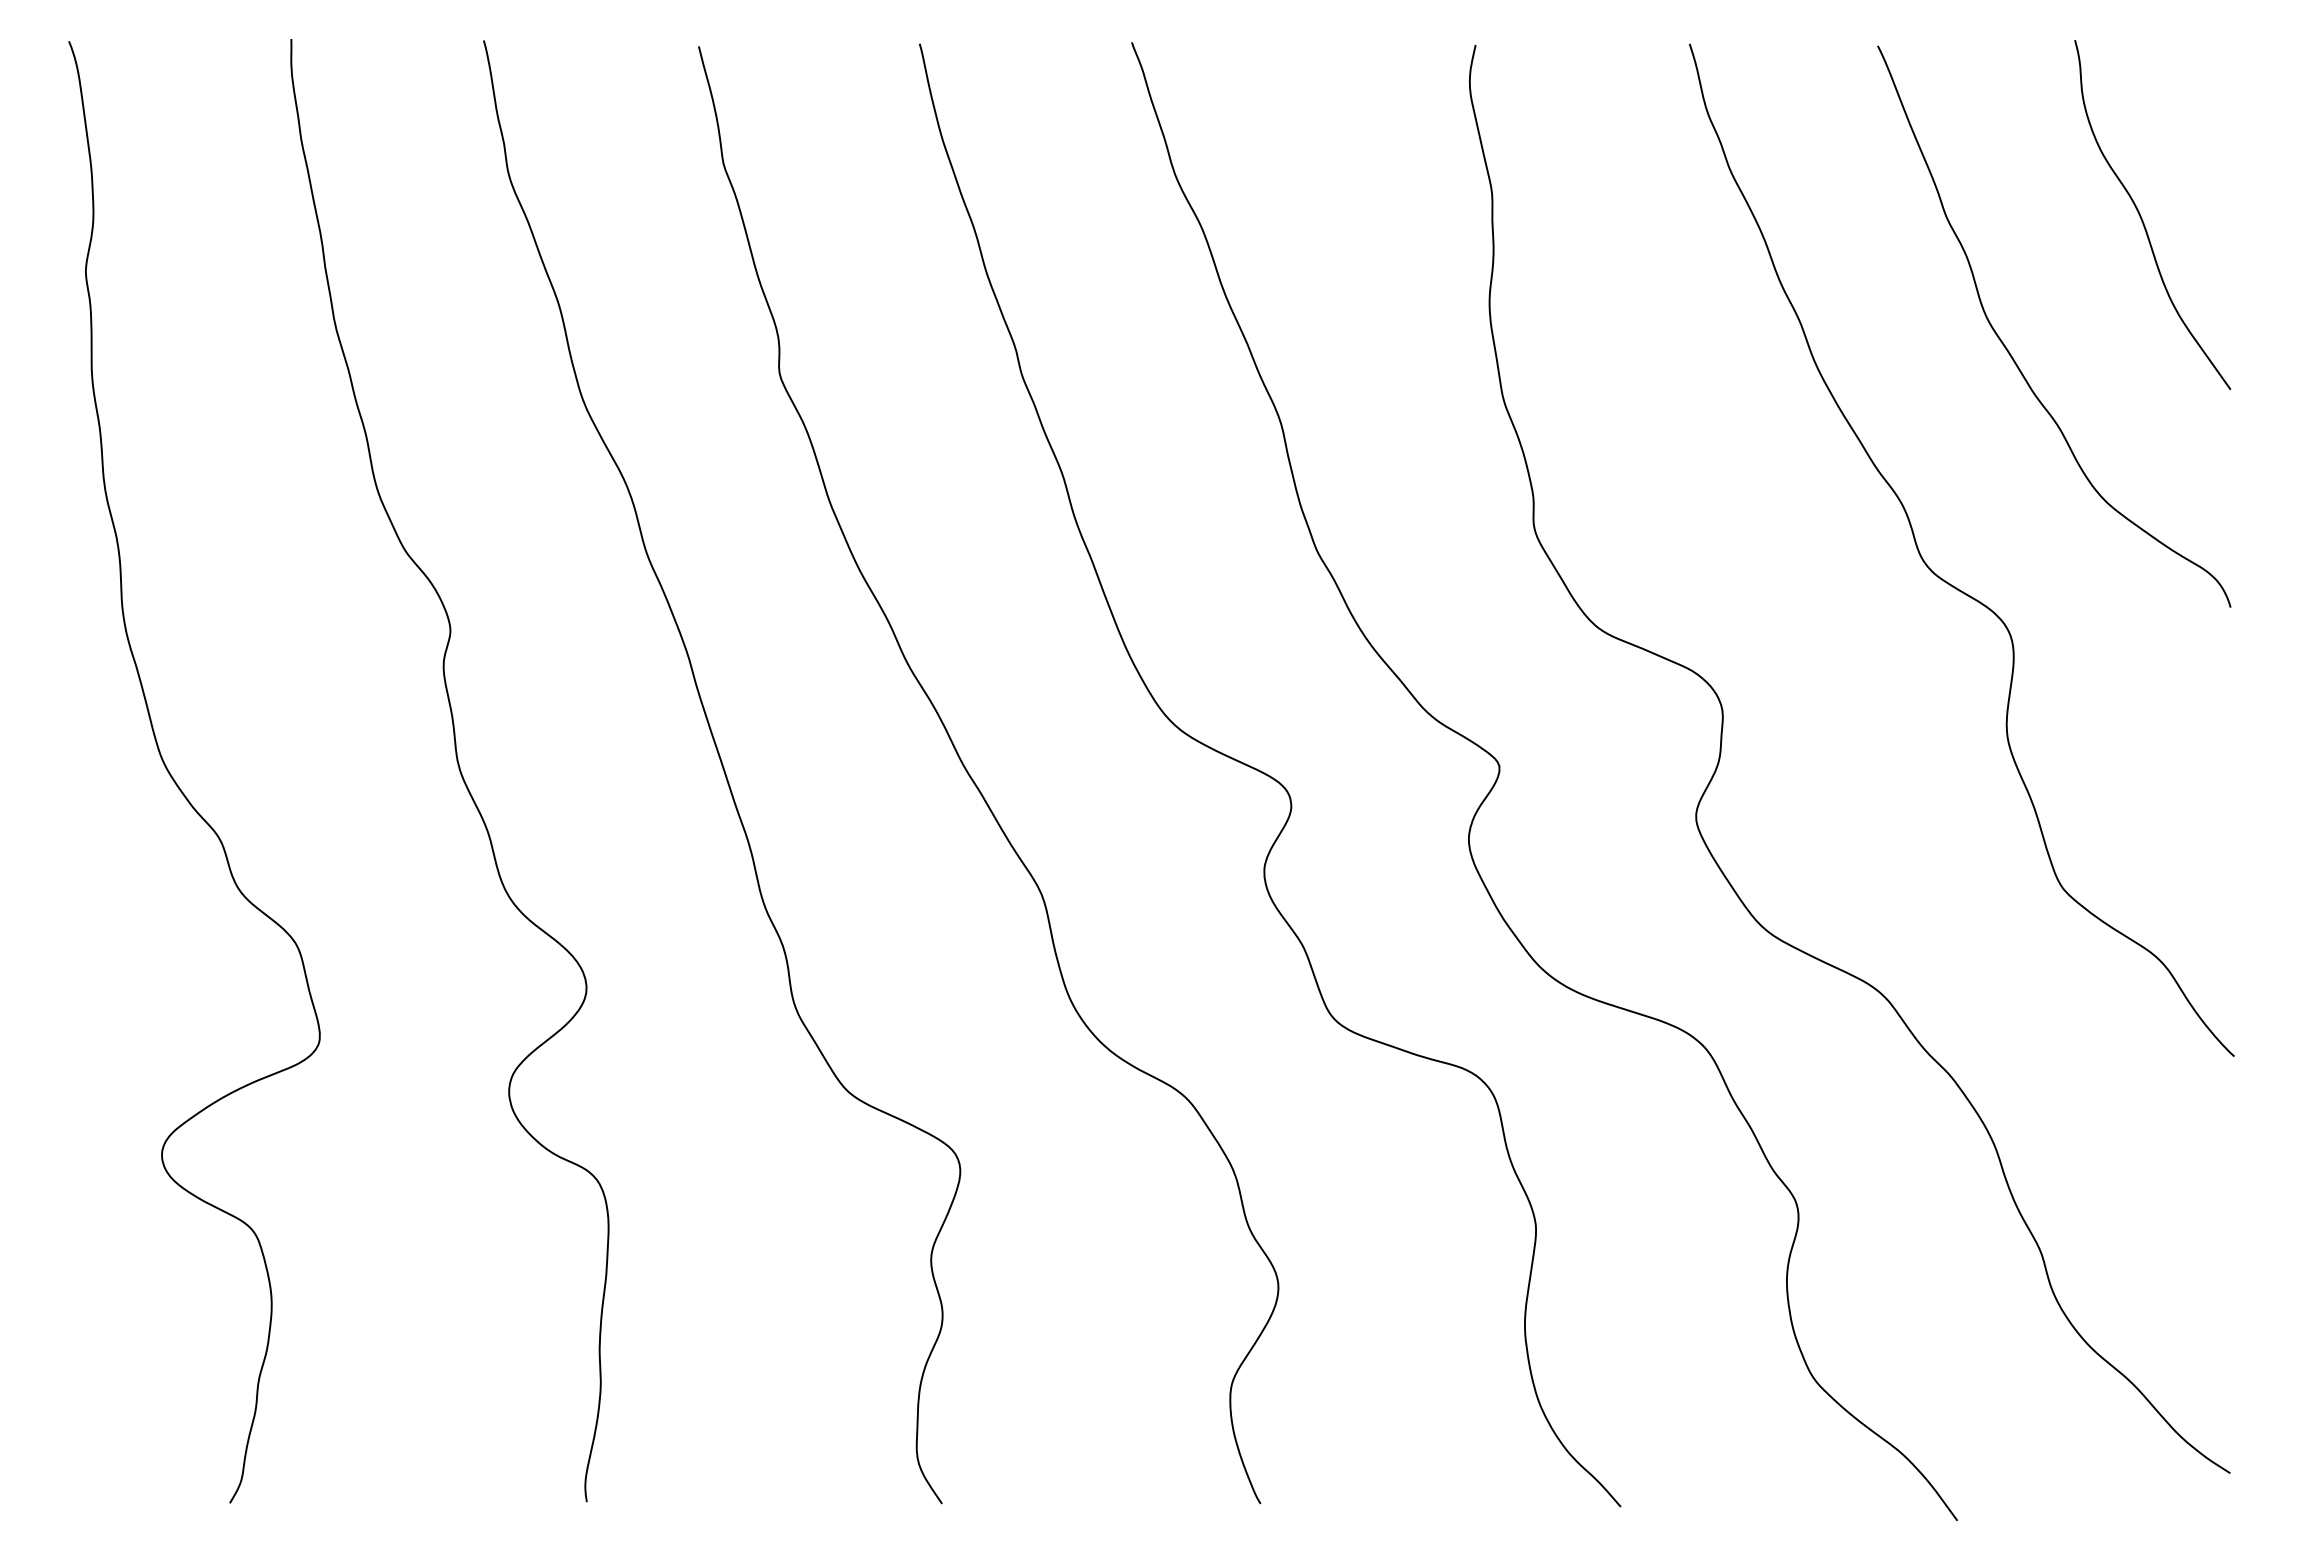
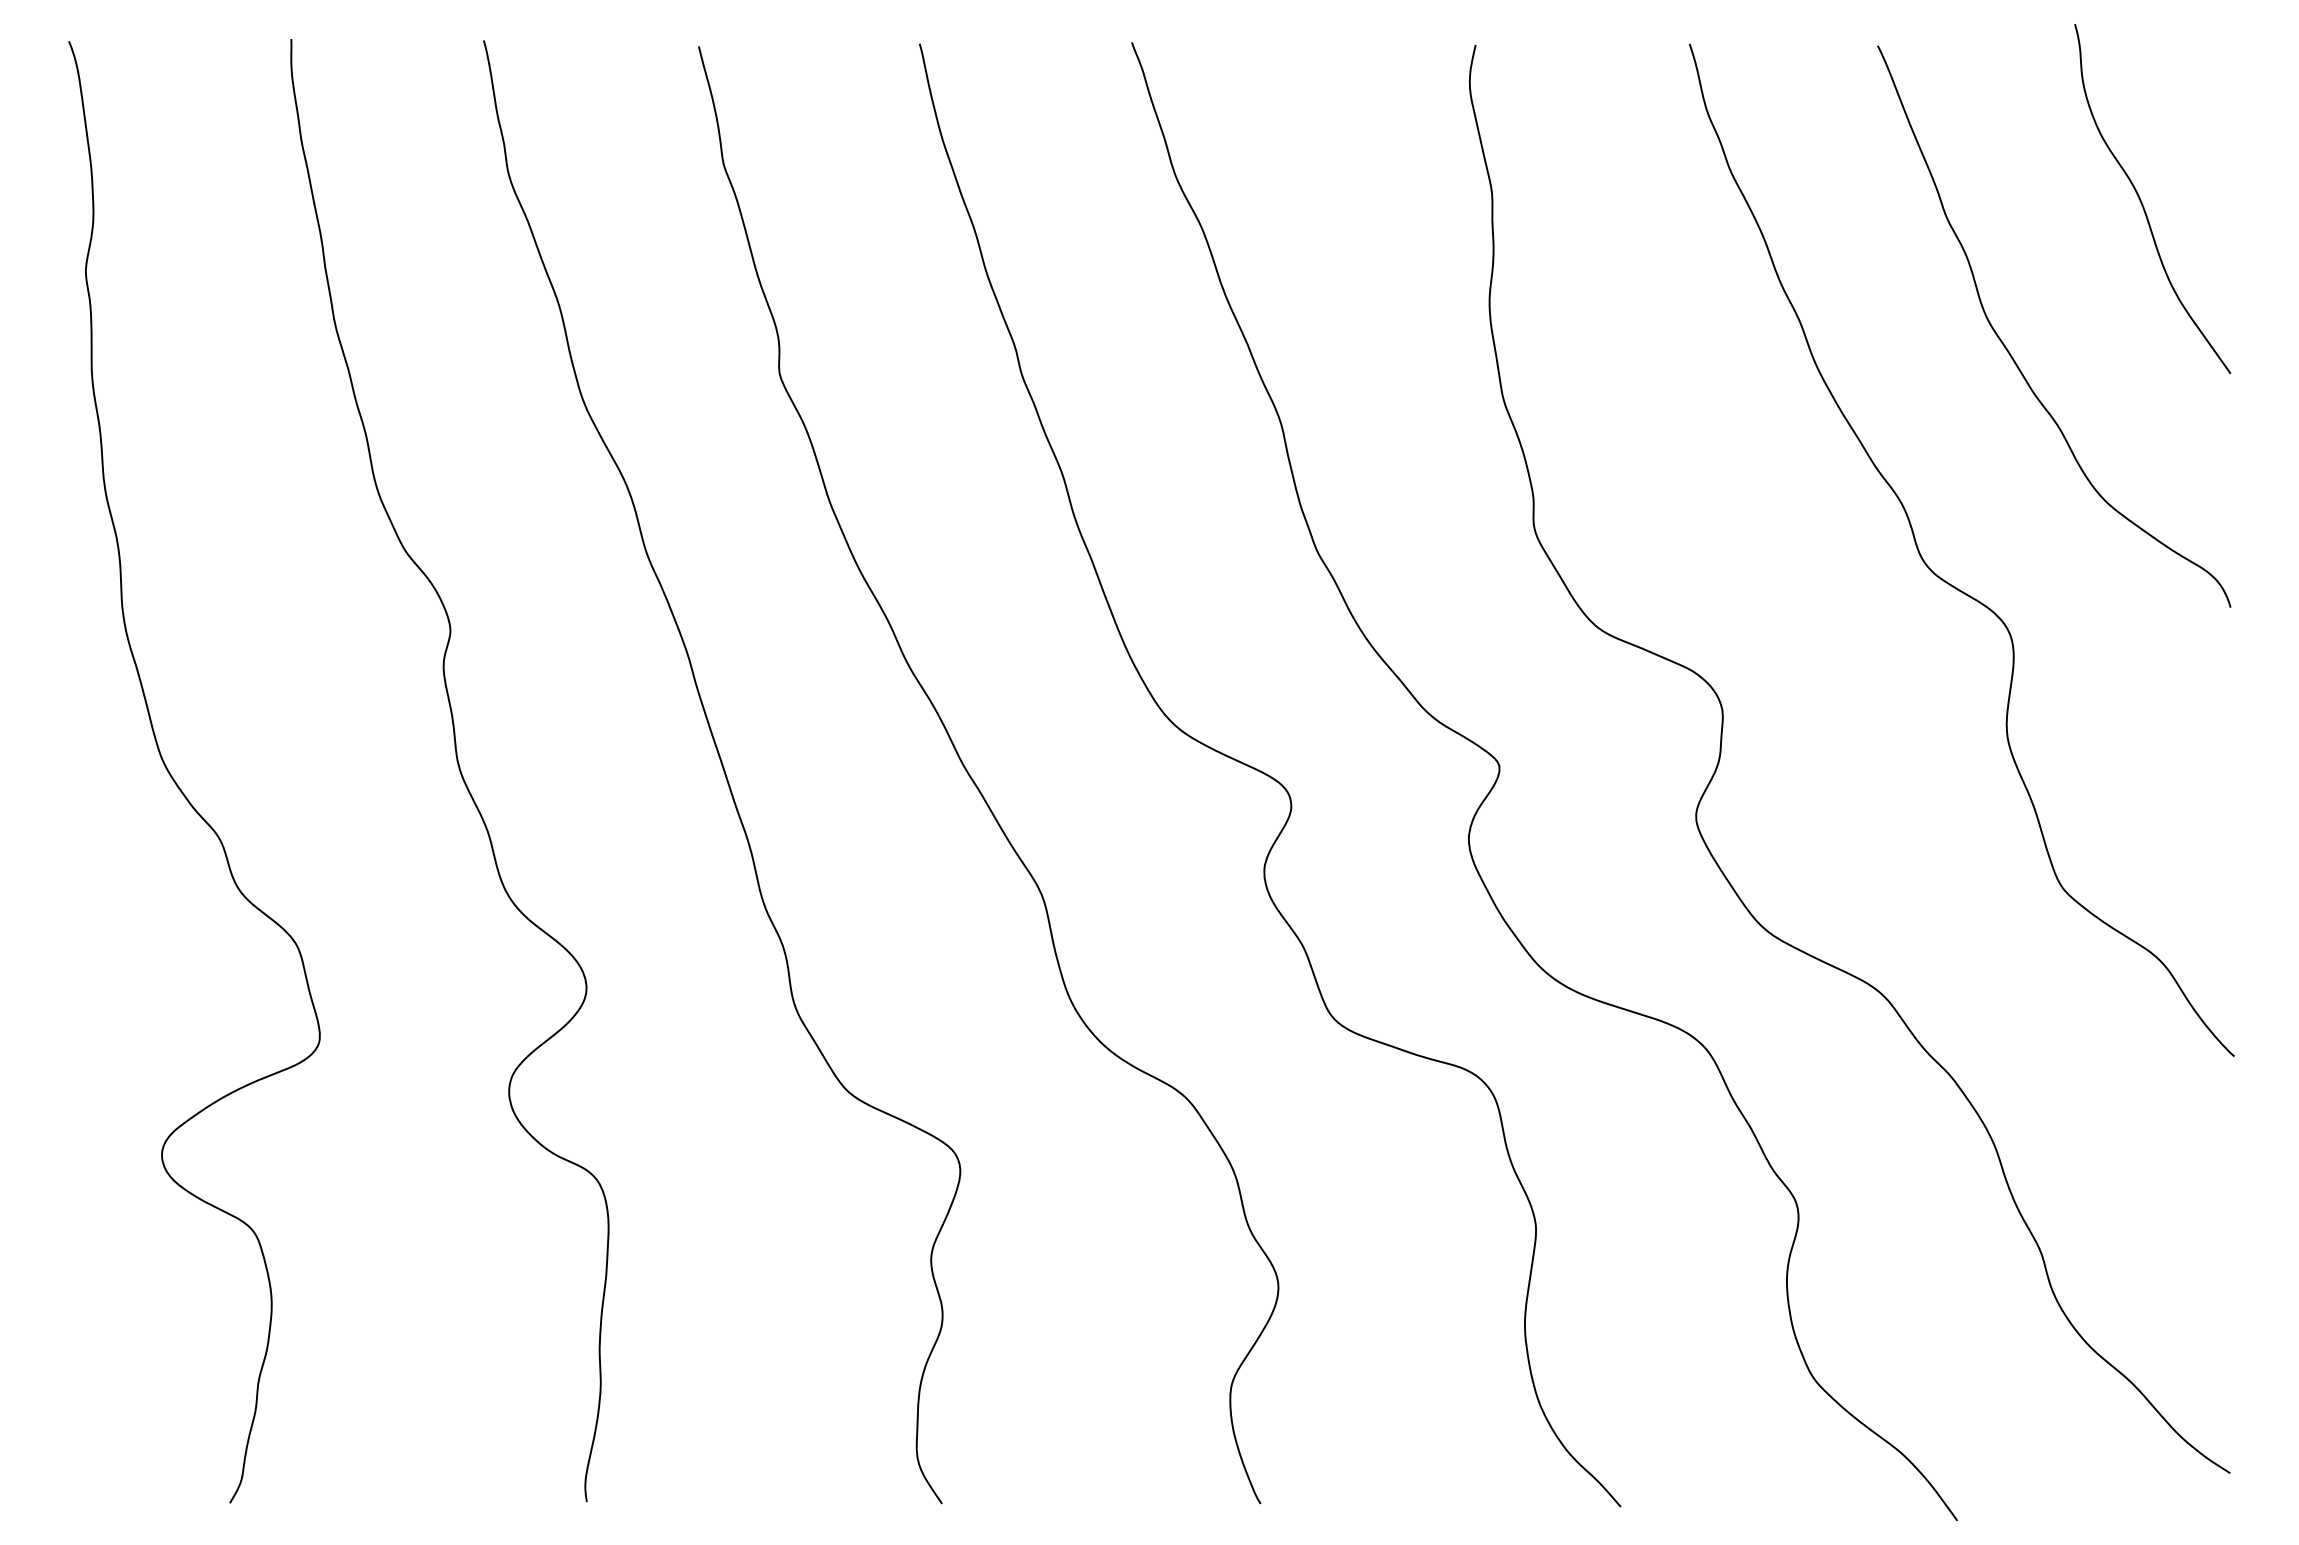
curve at (2142, 218) position: (2142, 218) -> (2142, 202)
